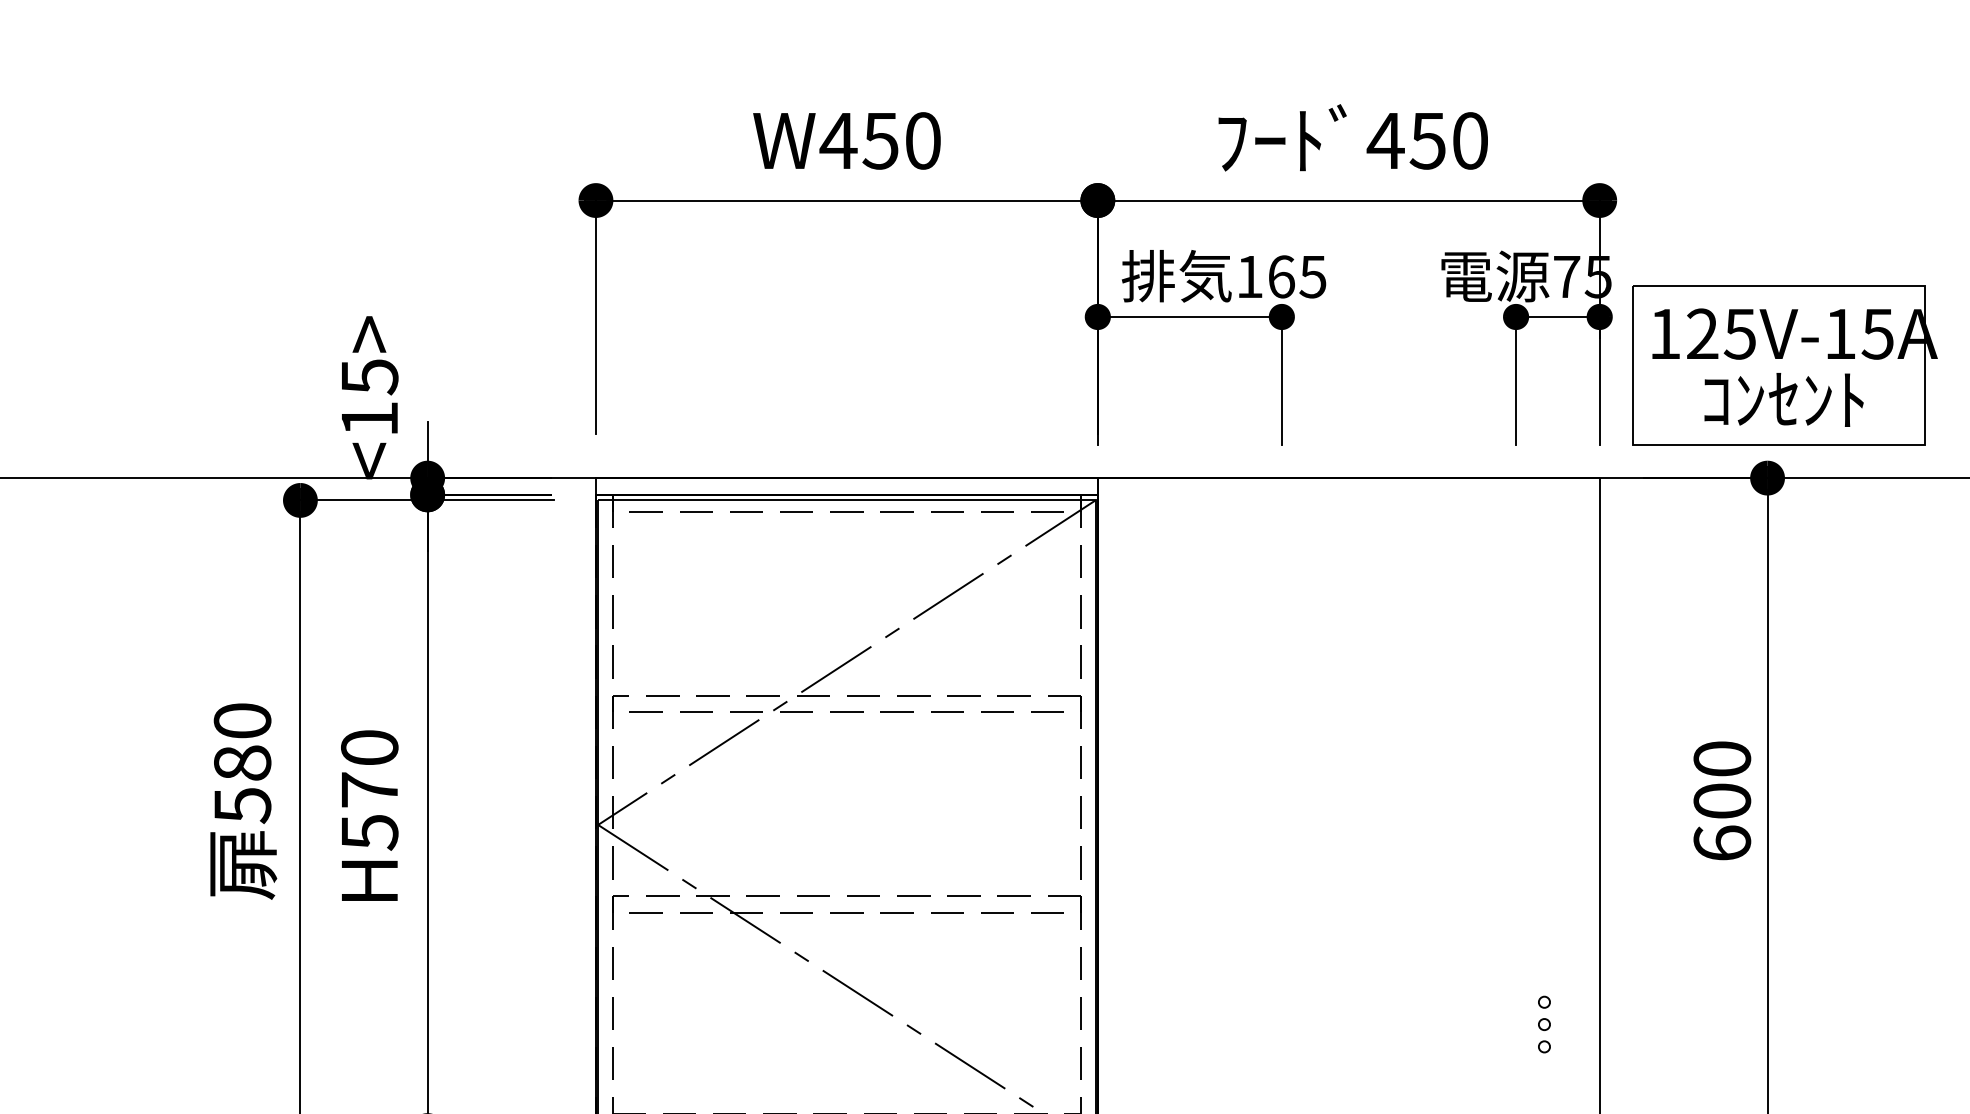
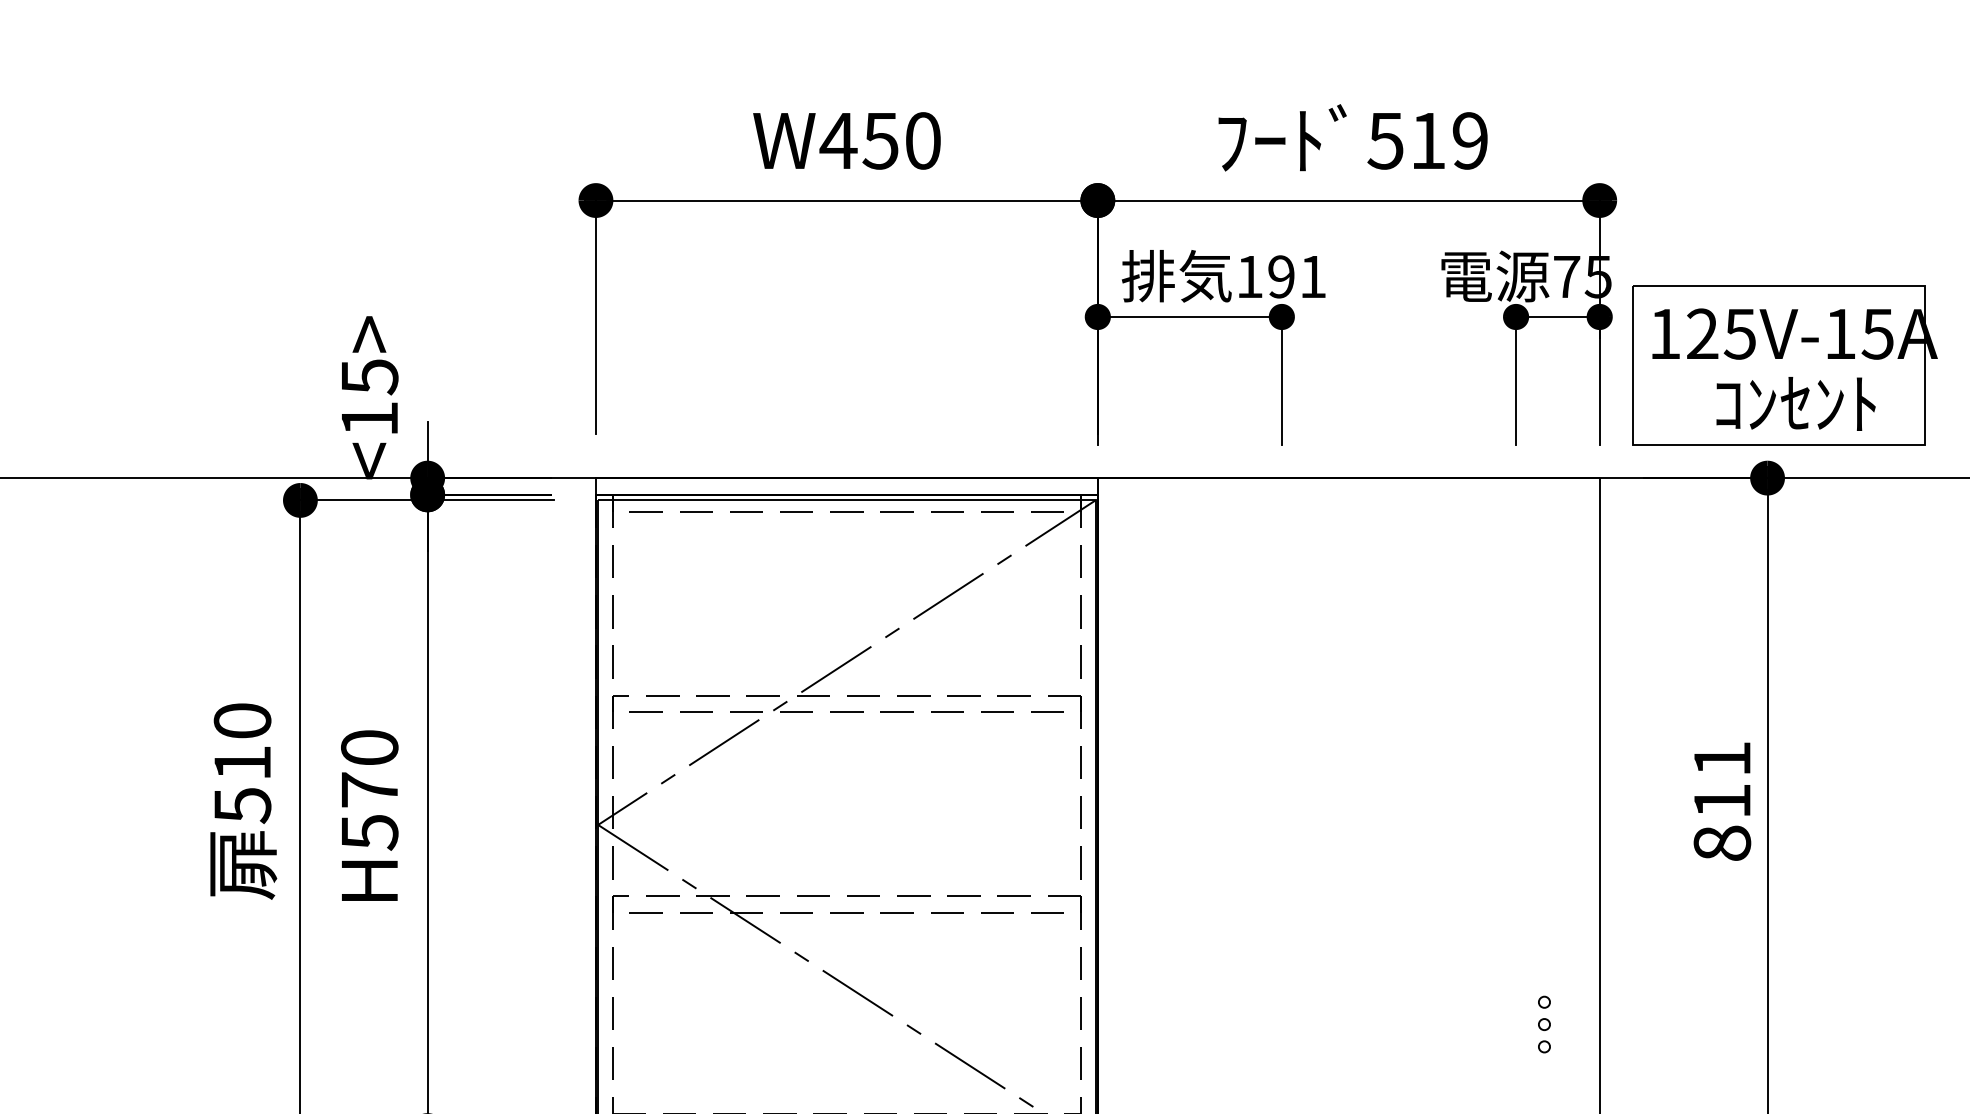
text at (1426, 140): 450 -> 519
text at (1297, 276): 165 -> 191
text at (1783, 399) position: (1783, 399) -> (1795, 403)
text at (242, 762): 580 -> 510
text at (1722, 800): 600 -> 811
